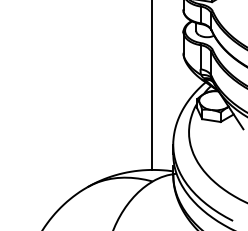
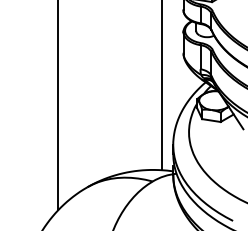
line at (152, 86) position: (152, 86) -> (162, 86)
line at (58, 106): none -> present
